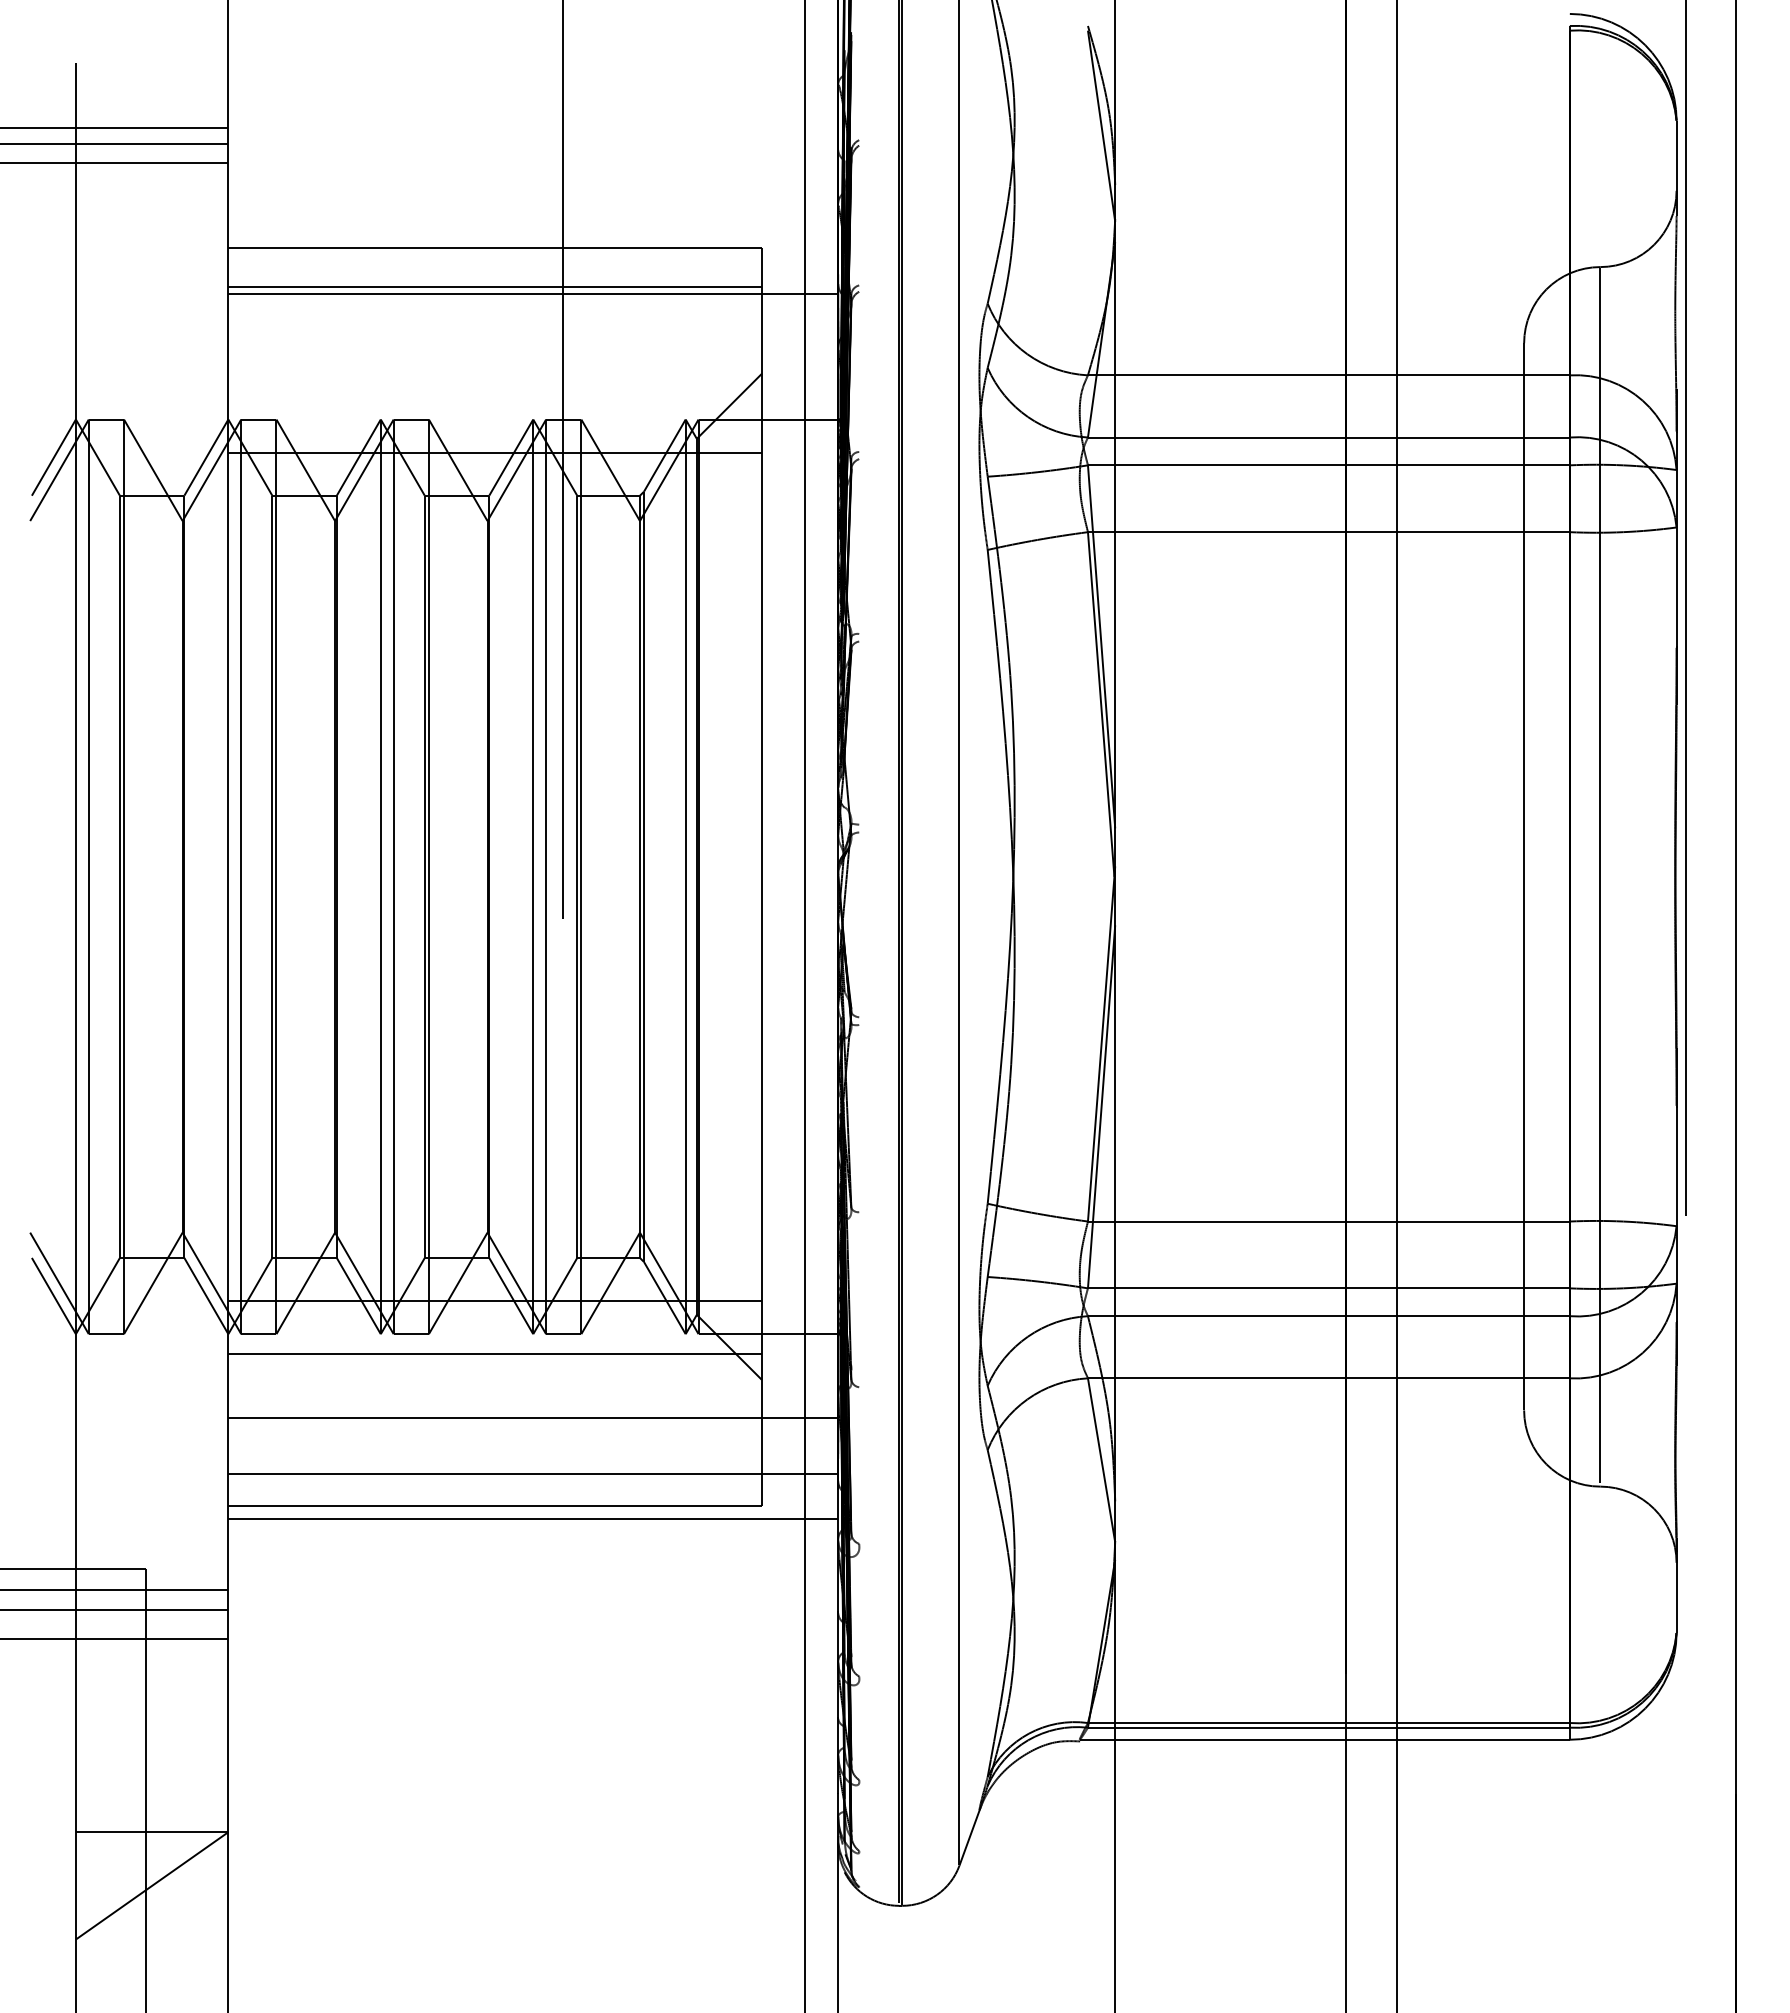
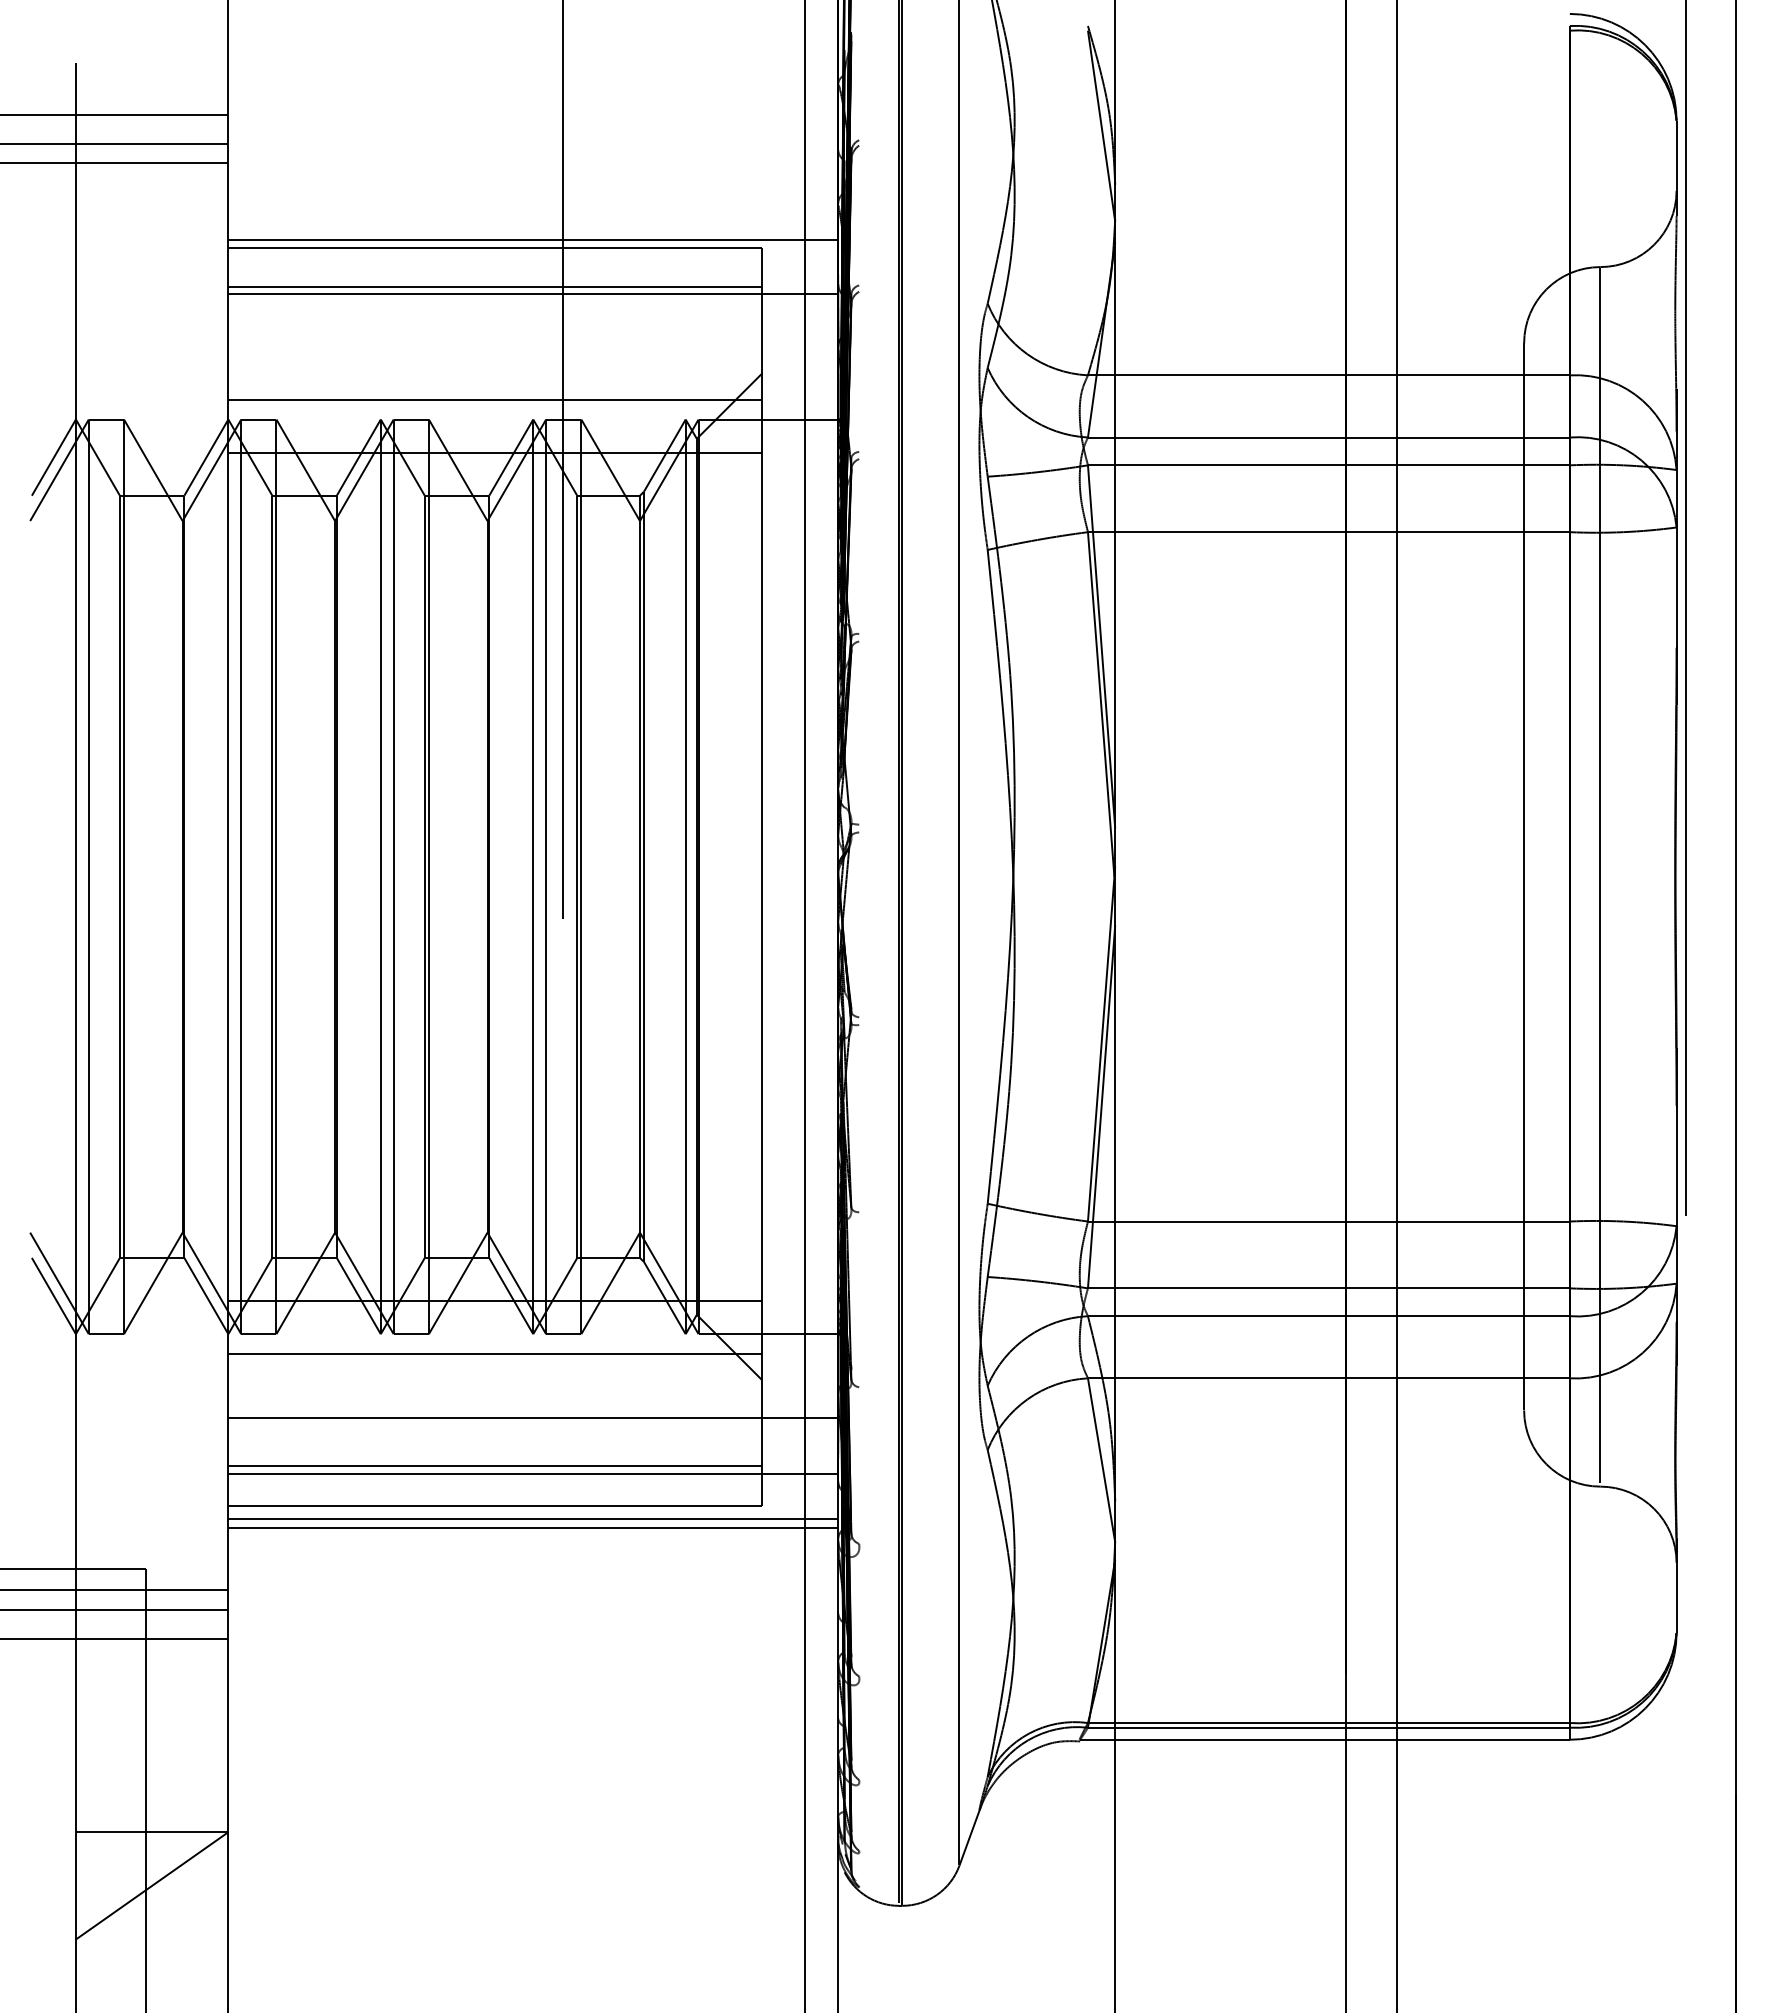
line at (115, 127) position: (115, 127) -> (115, 114)
line at (533, 240): none -> present
line at (494, 399): none -> present
line at (494, 1466): none -> present
line at (533, 1528): none -> present
